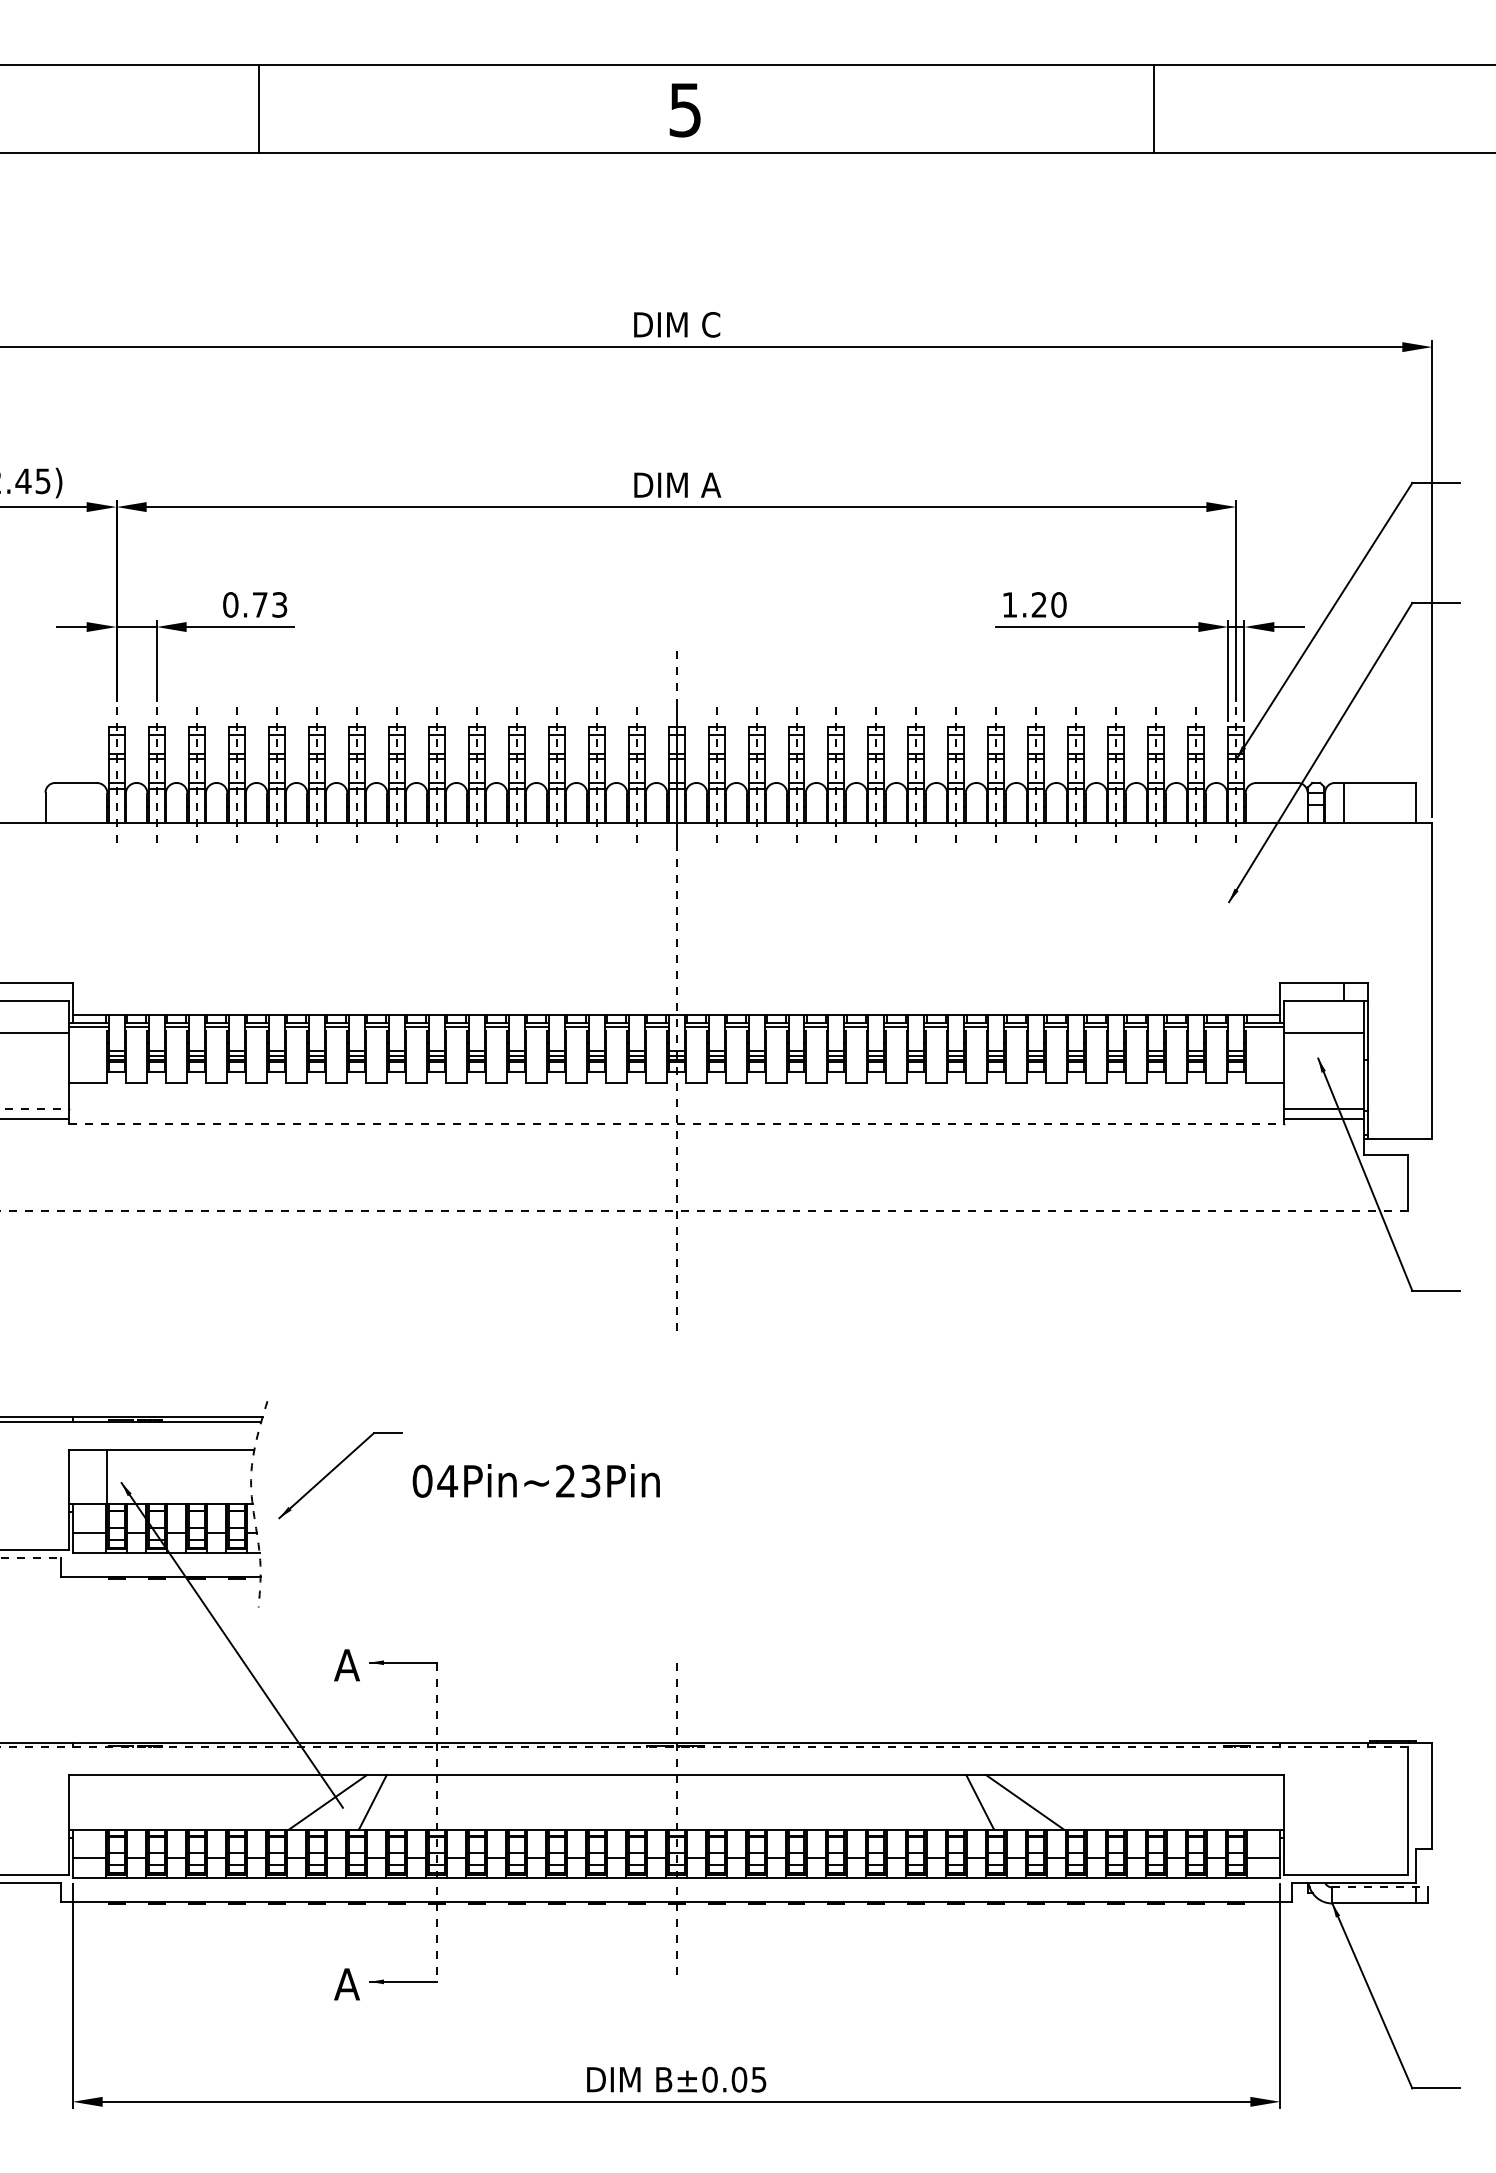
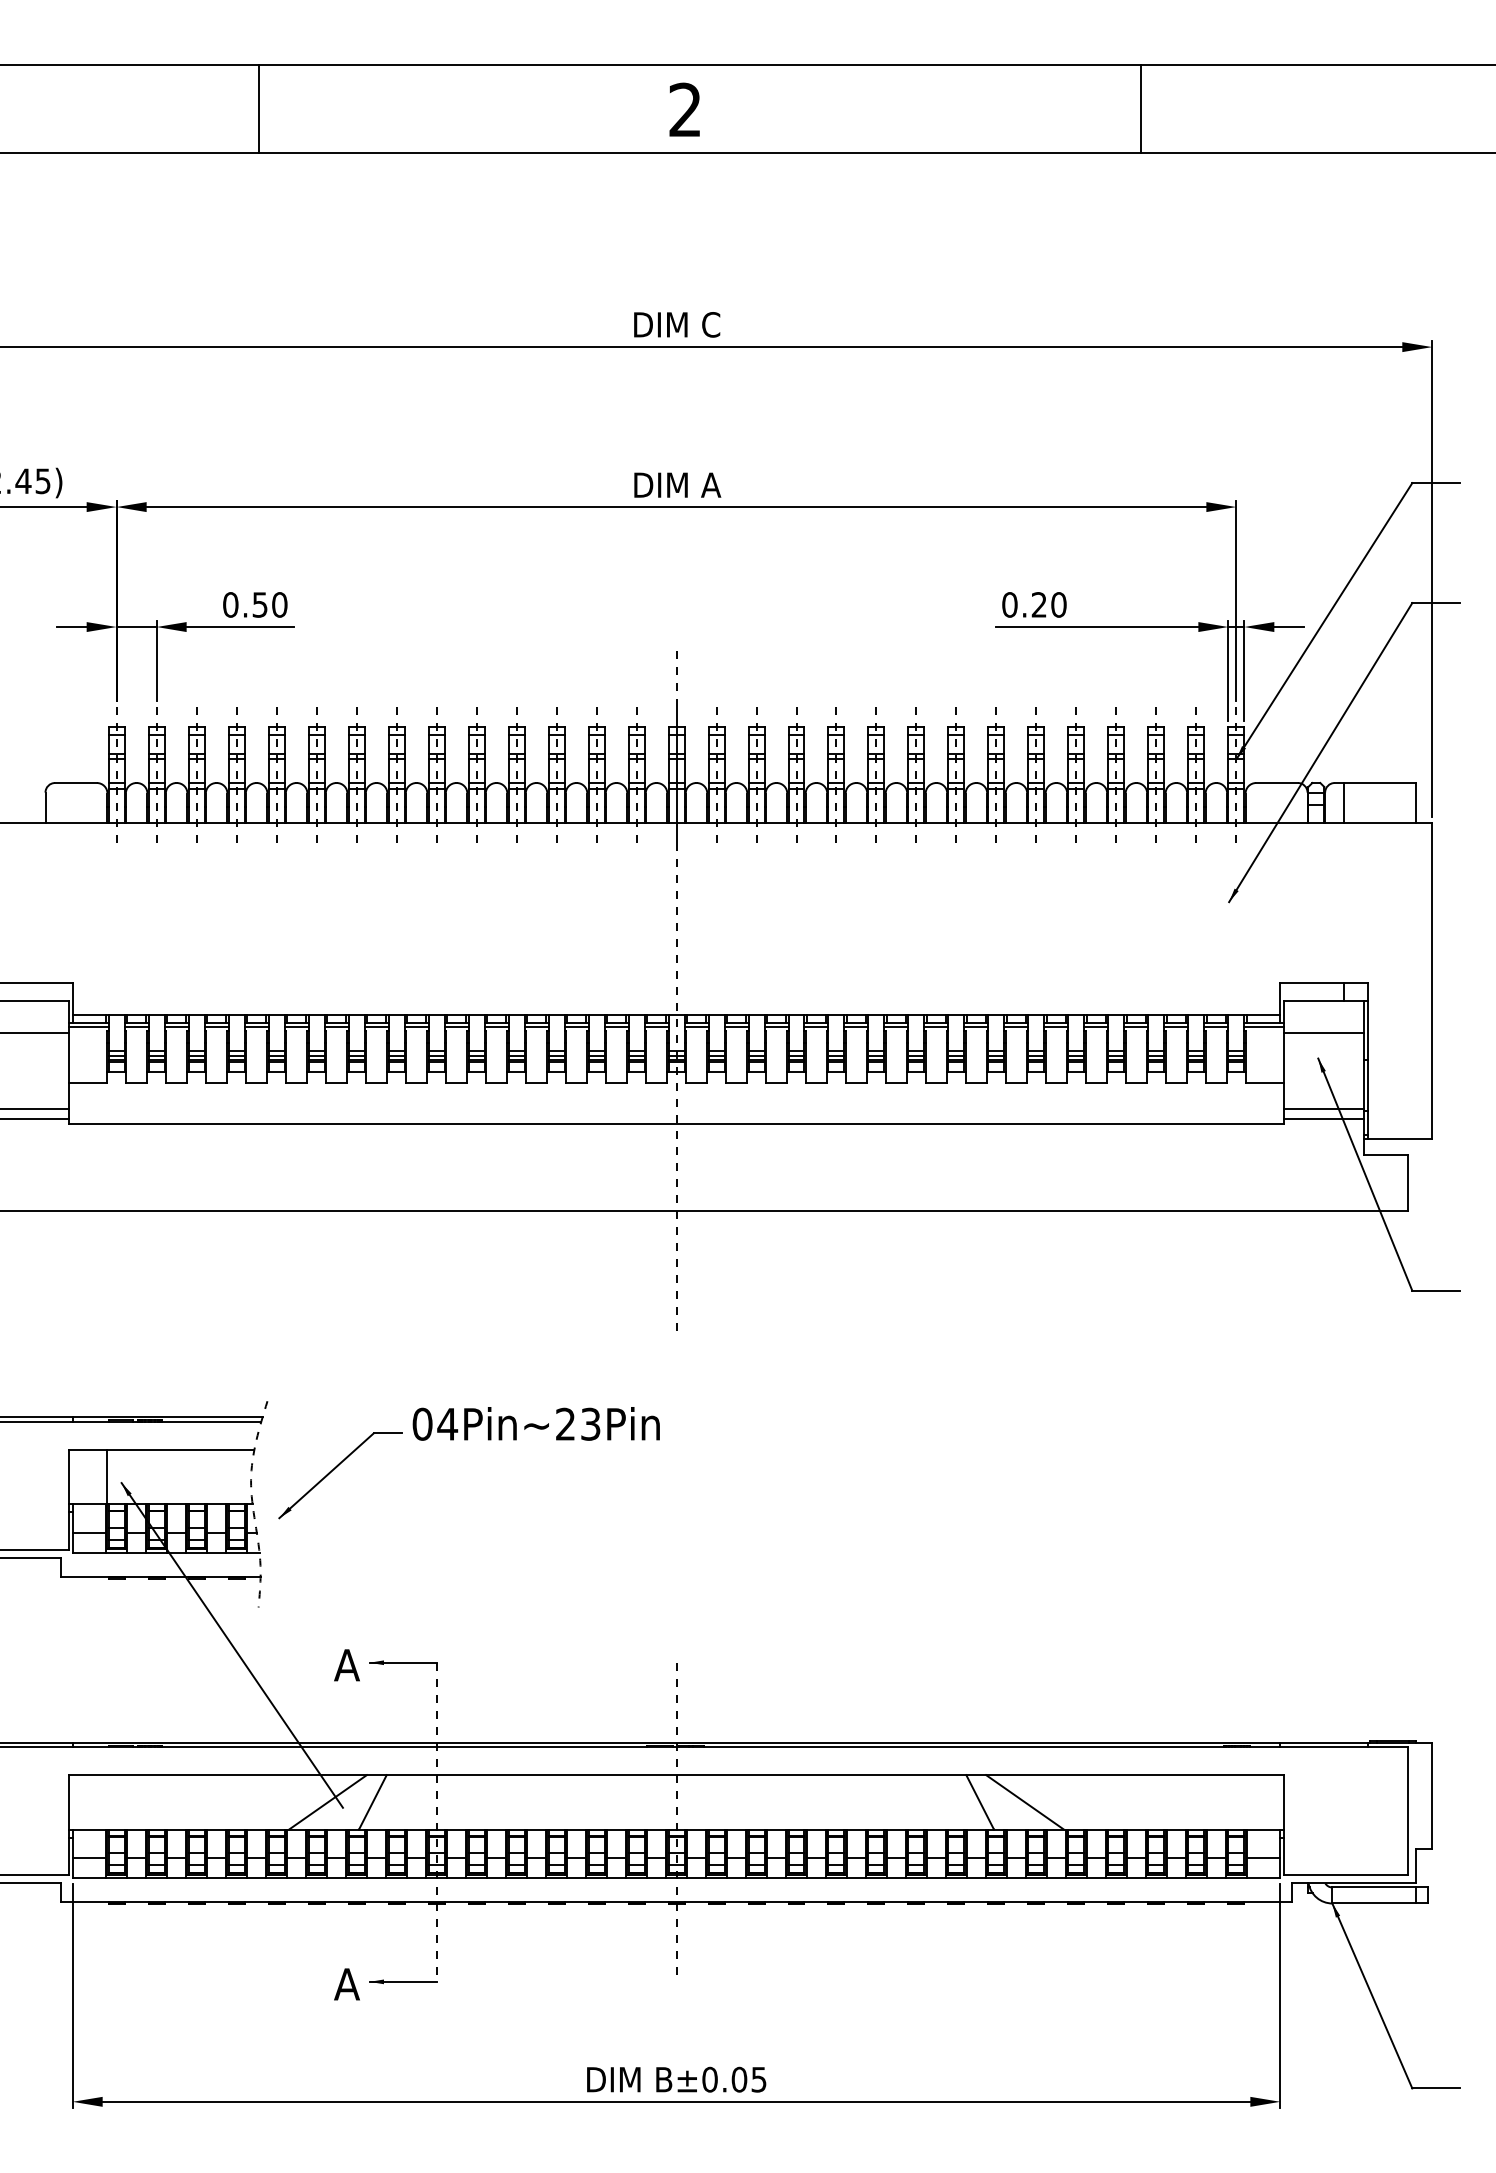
text at (684, 109): 5 -> 2
line at (1154, 109) position: (1154, 109) -> (1141, 109)
text at (269, 604): 0.73 -> 0.50
text at (1009, 604): 1.20 -> 0.20
line at (34, 1108): dashed -> solid
line at (676, 1124): dashed -> solid
line at (704, 1210): dashed -> solid
text at (535, 1480) position: (535, 1480) -> (535, 1423)
line at (30, 1558): dashed -> solid
line at (704, 1747): dashed -> solid
line at (1380, 1887): dashed -> solid
